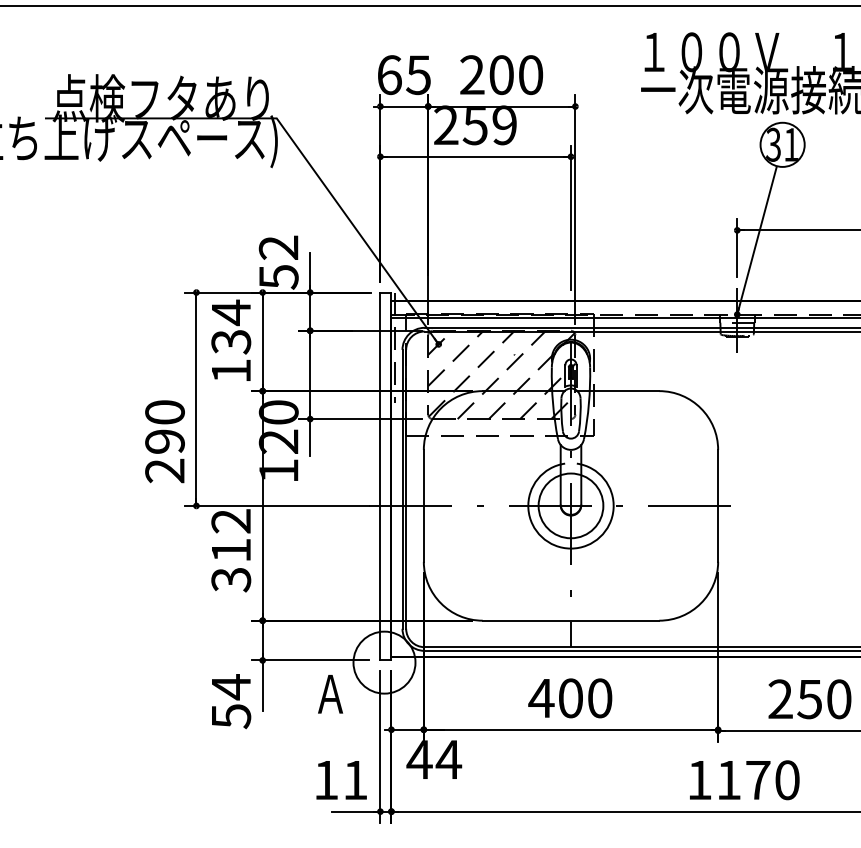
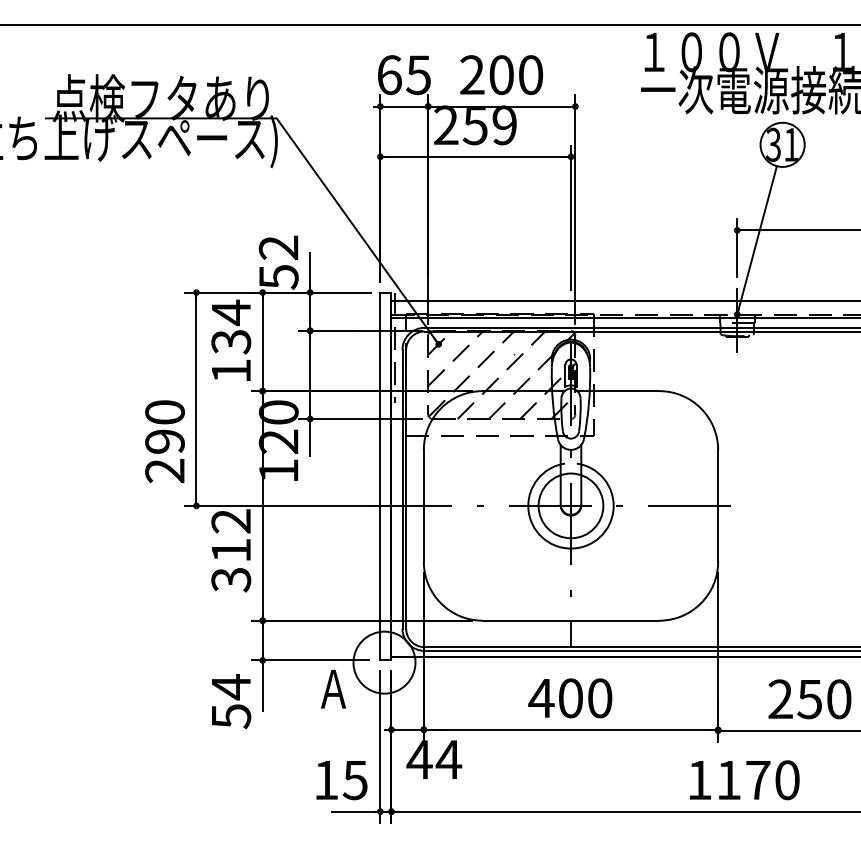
line at (429, 6) position: (429, 6) -> (429, 25)
text at (330, 694) position: (330, 694) -> (333, 689)
text at (354, 780): 11 -> 15
